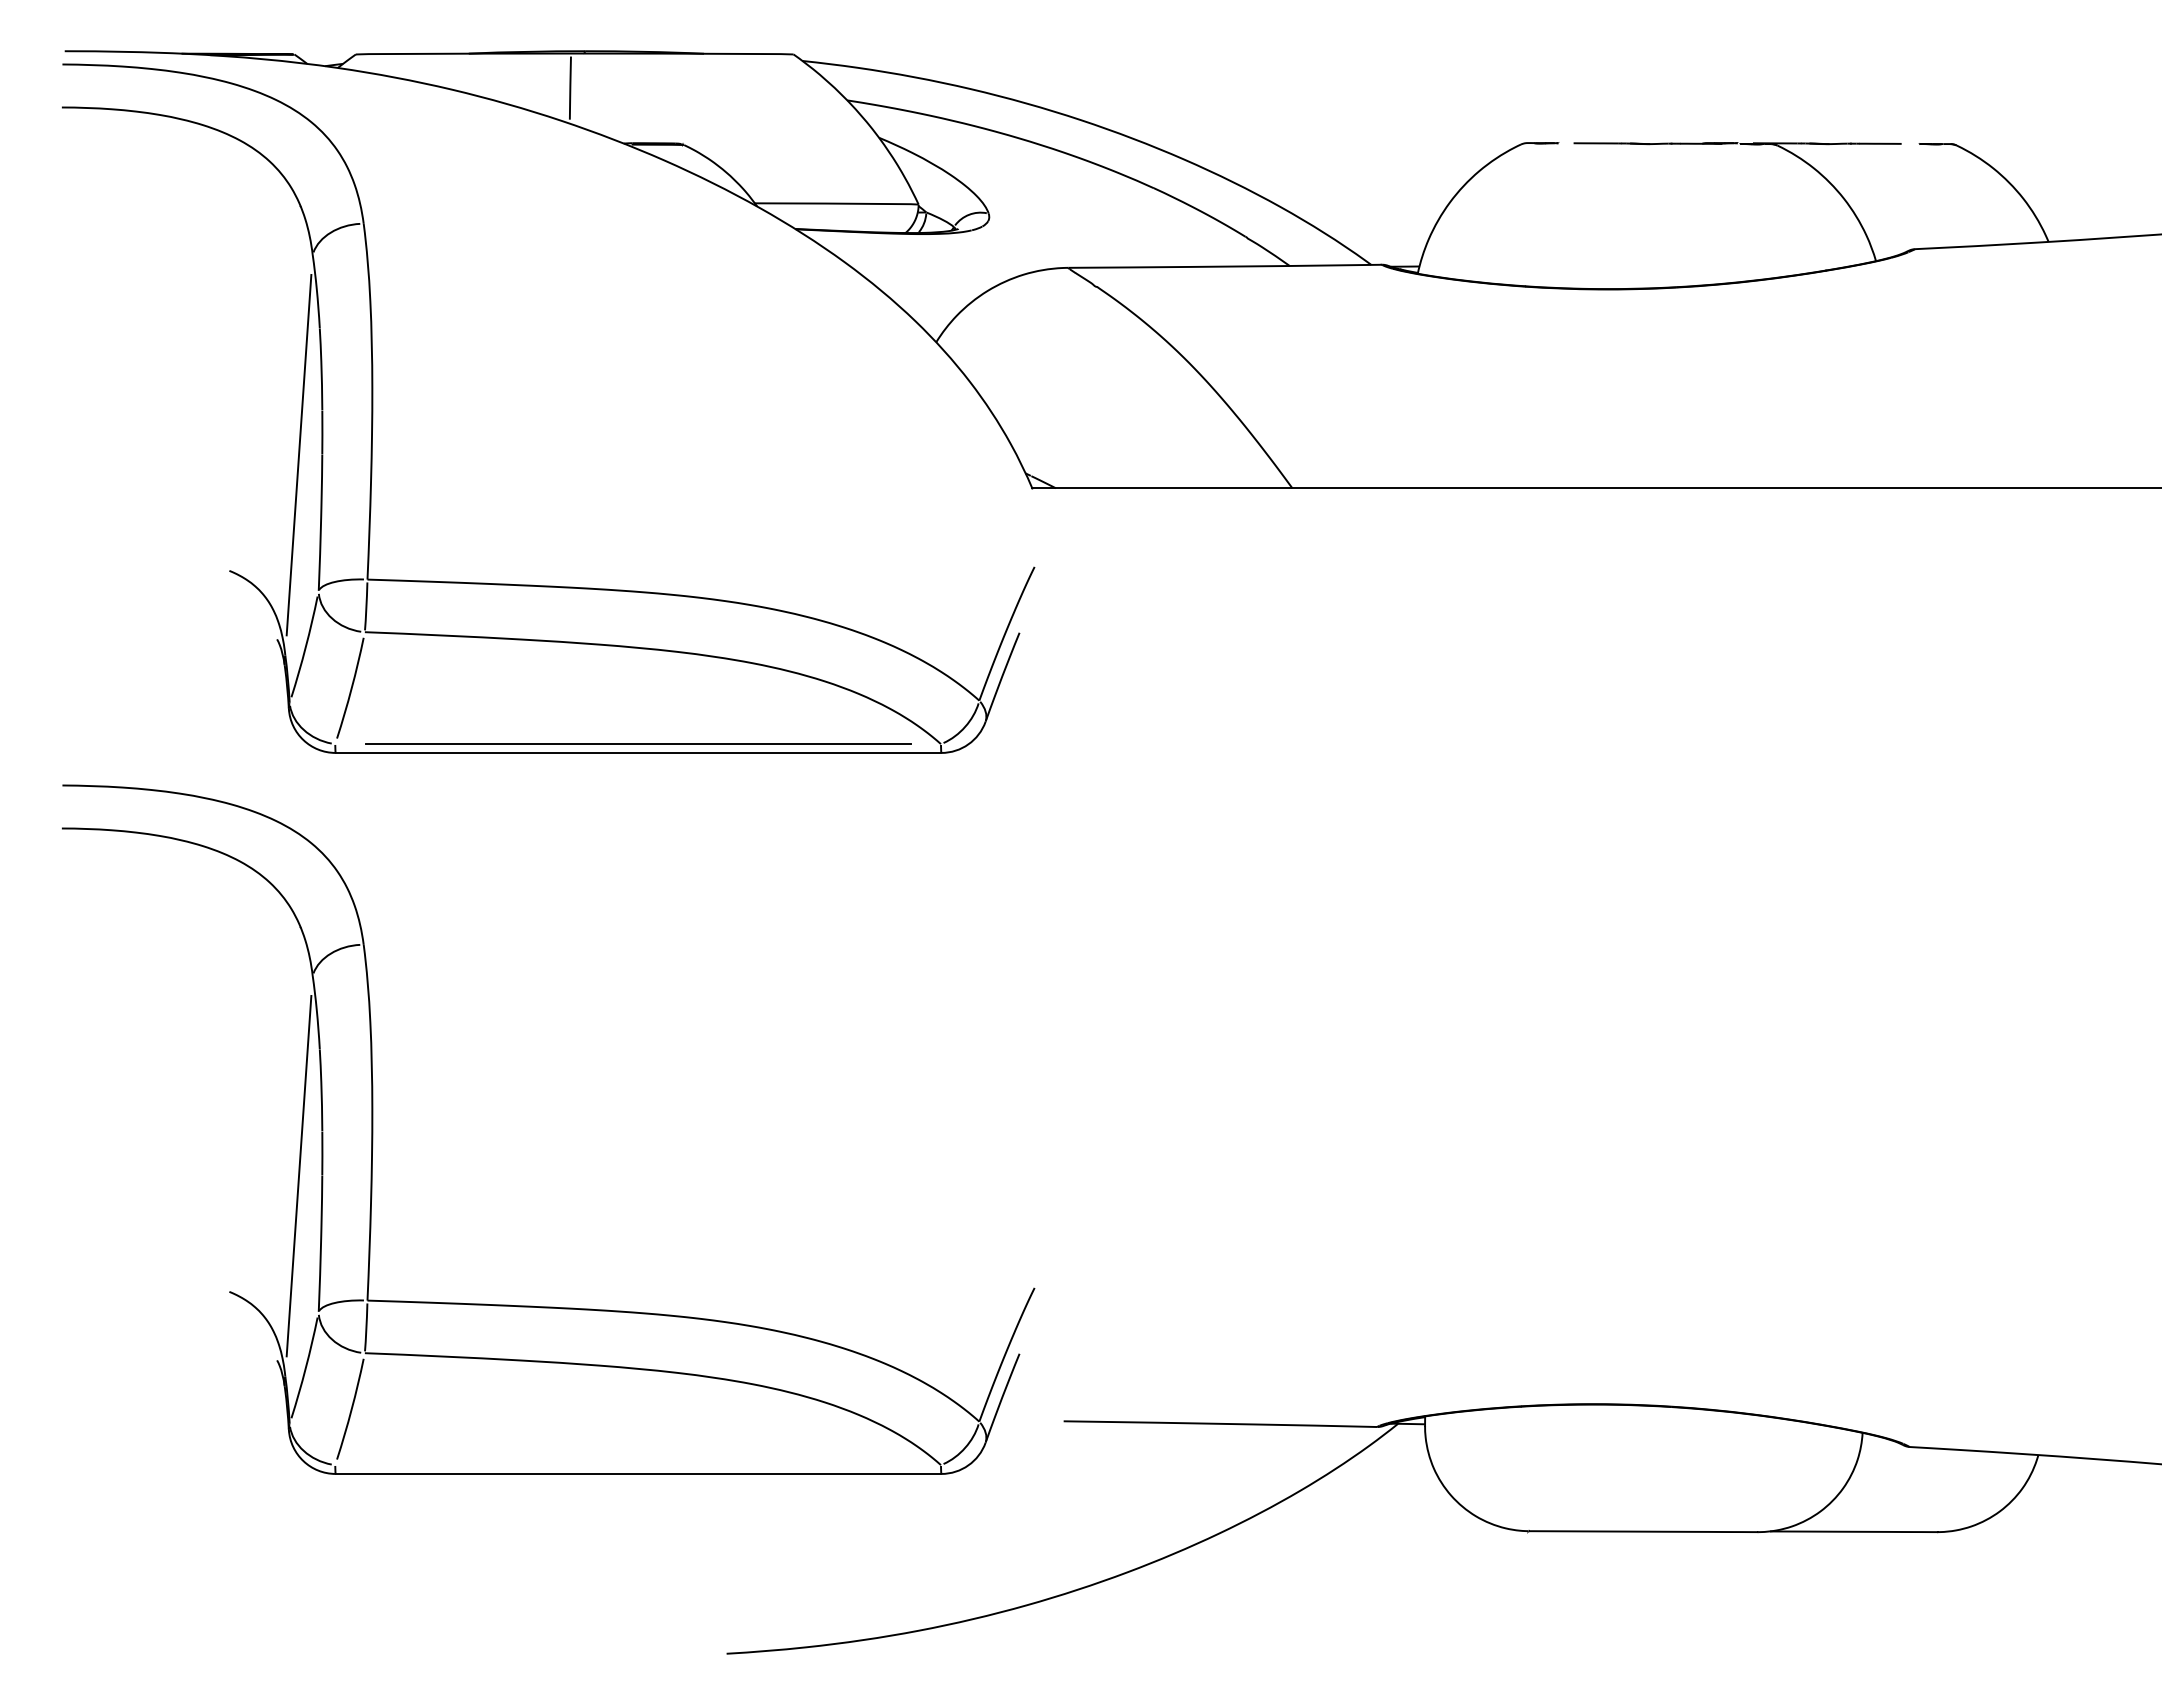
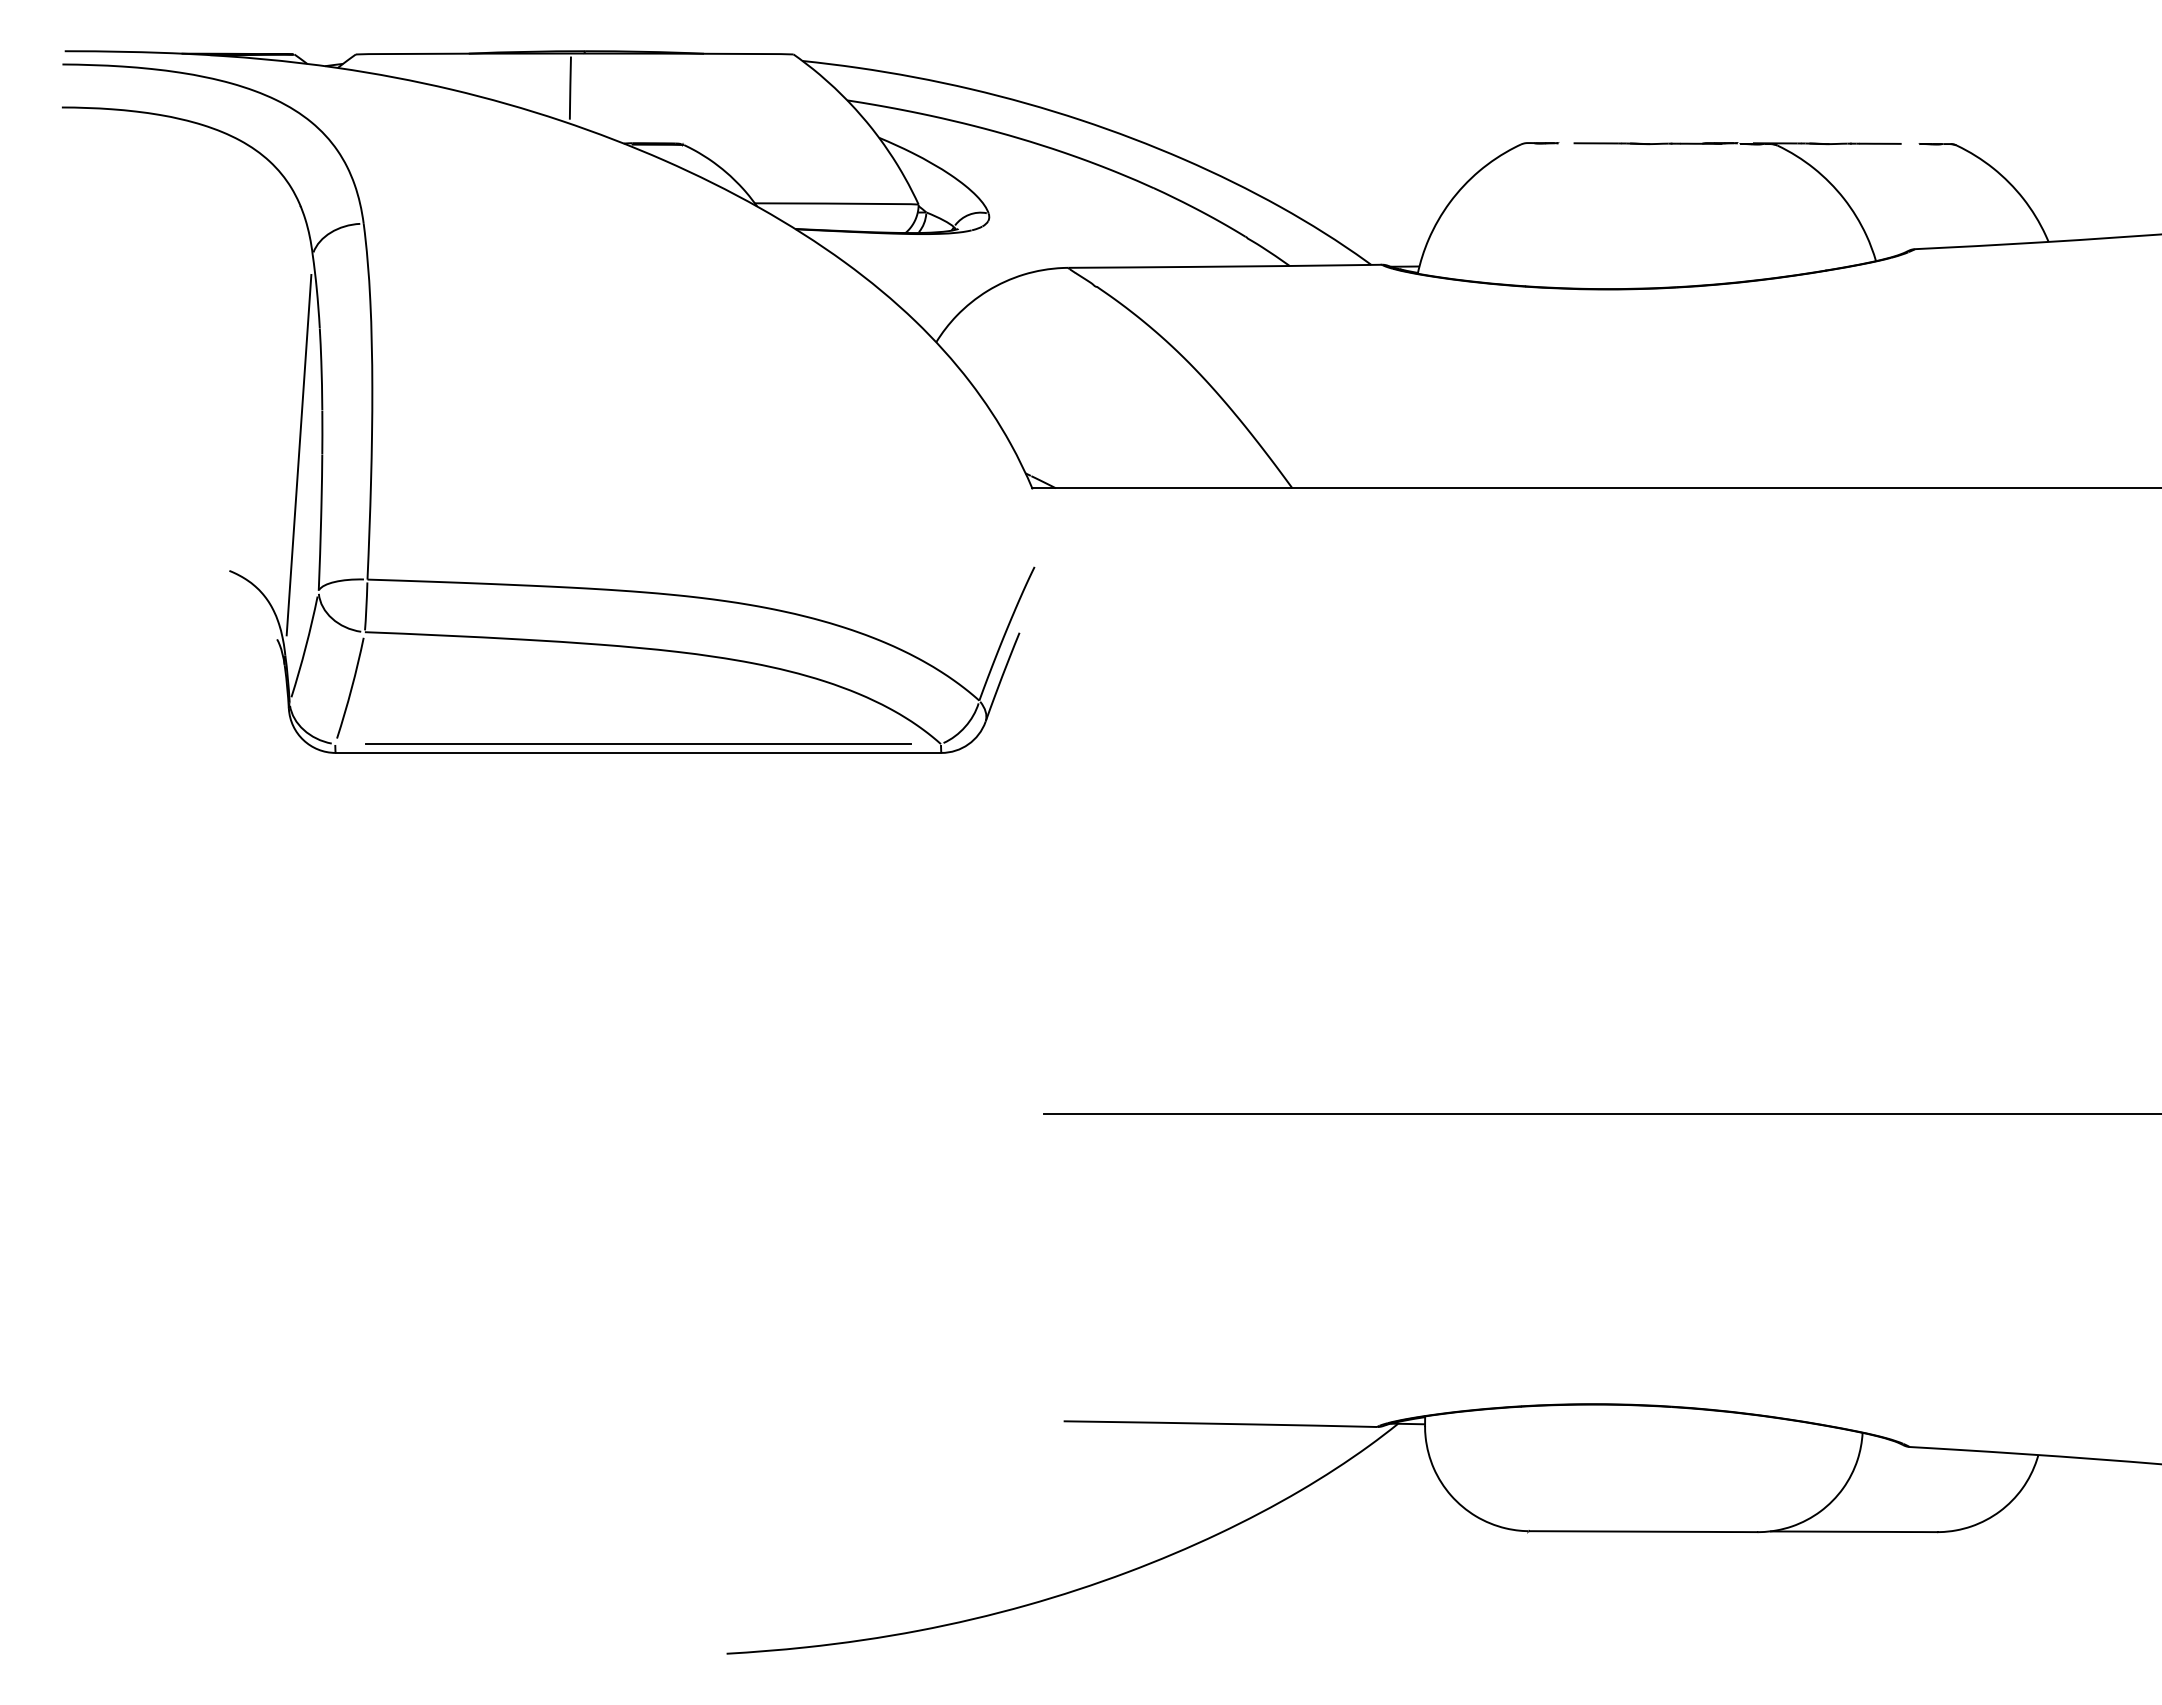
line at (1600, 1113): none -> present
part at (373, 1129): present -> none
